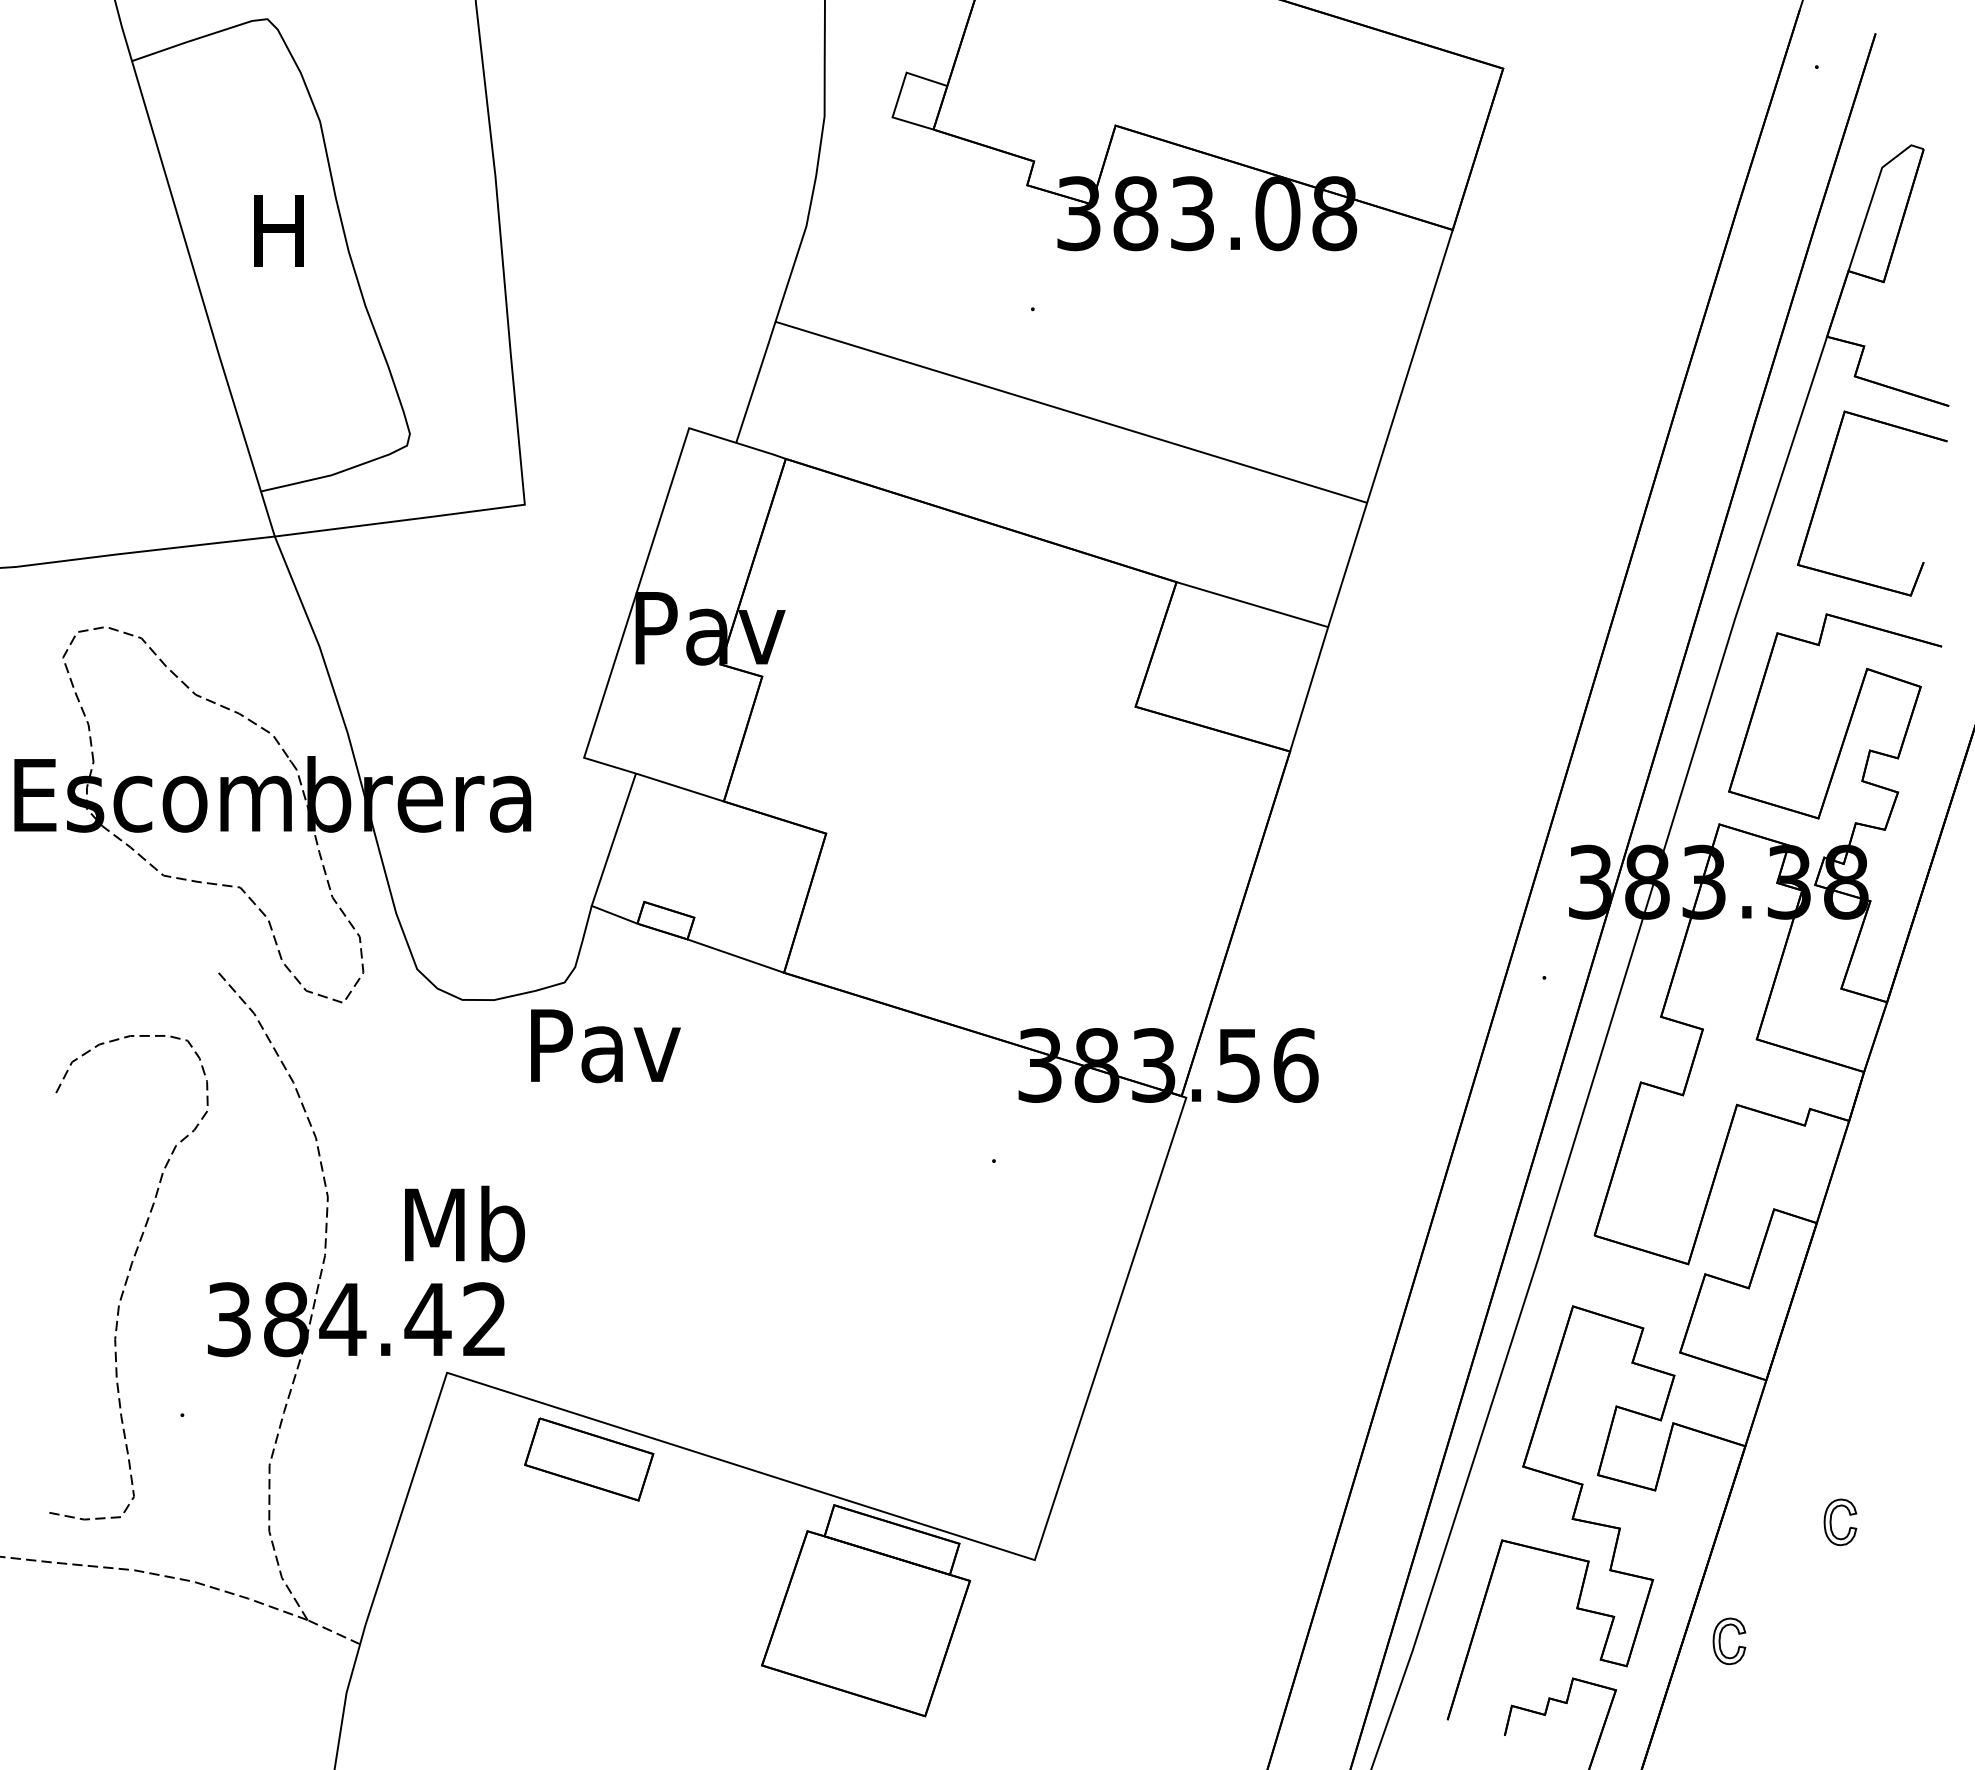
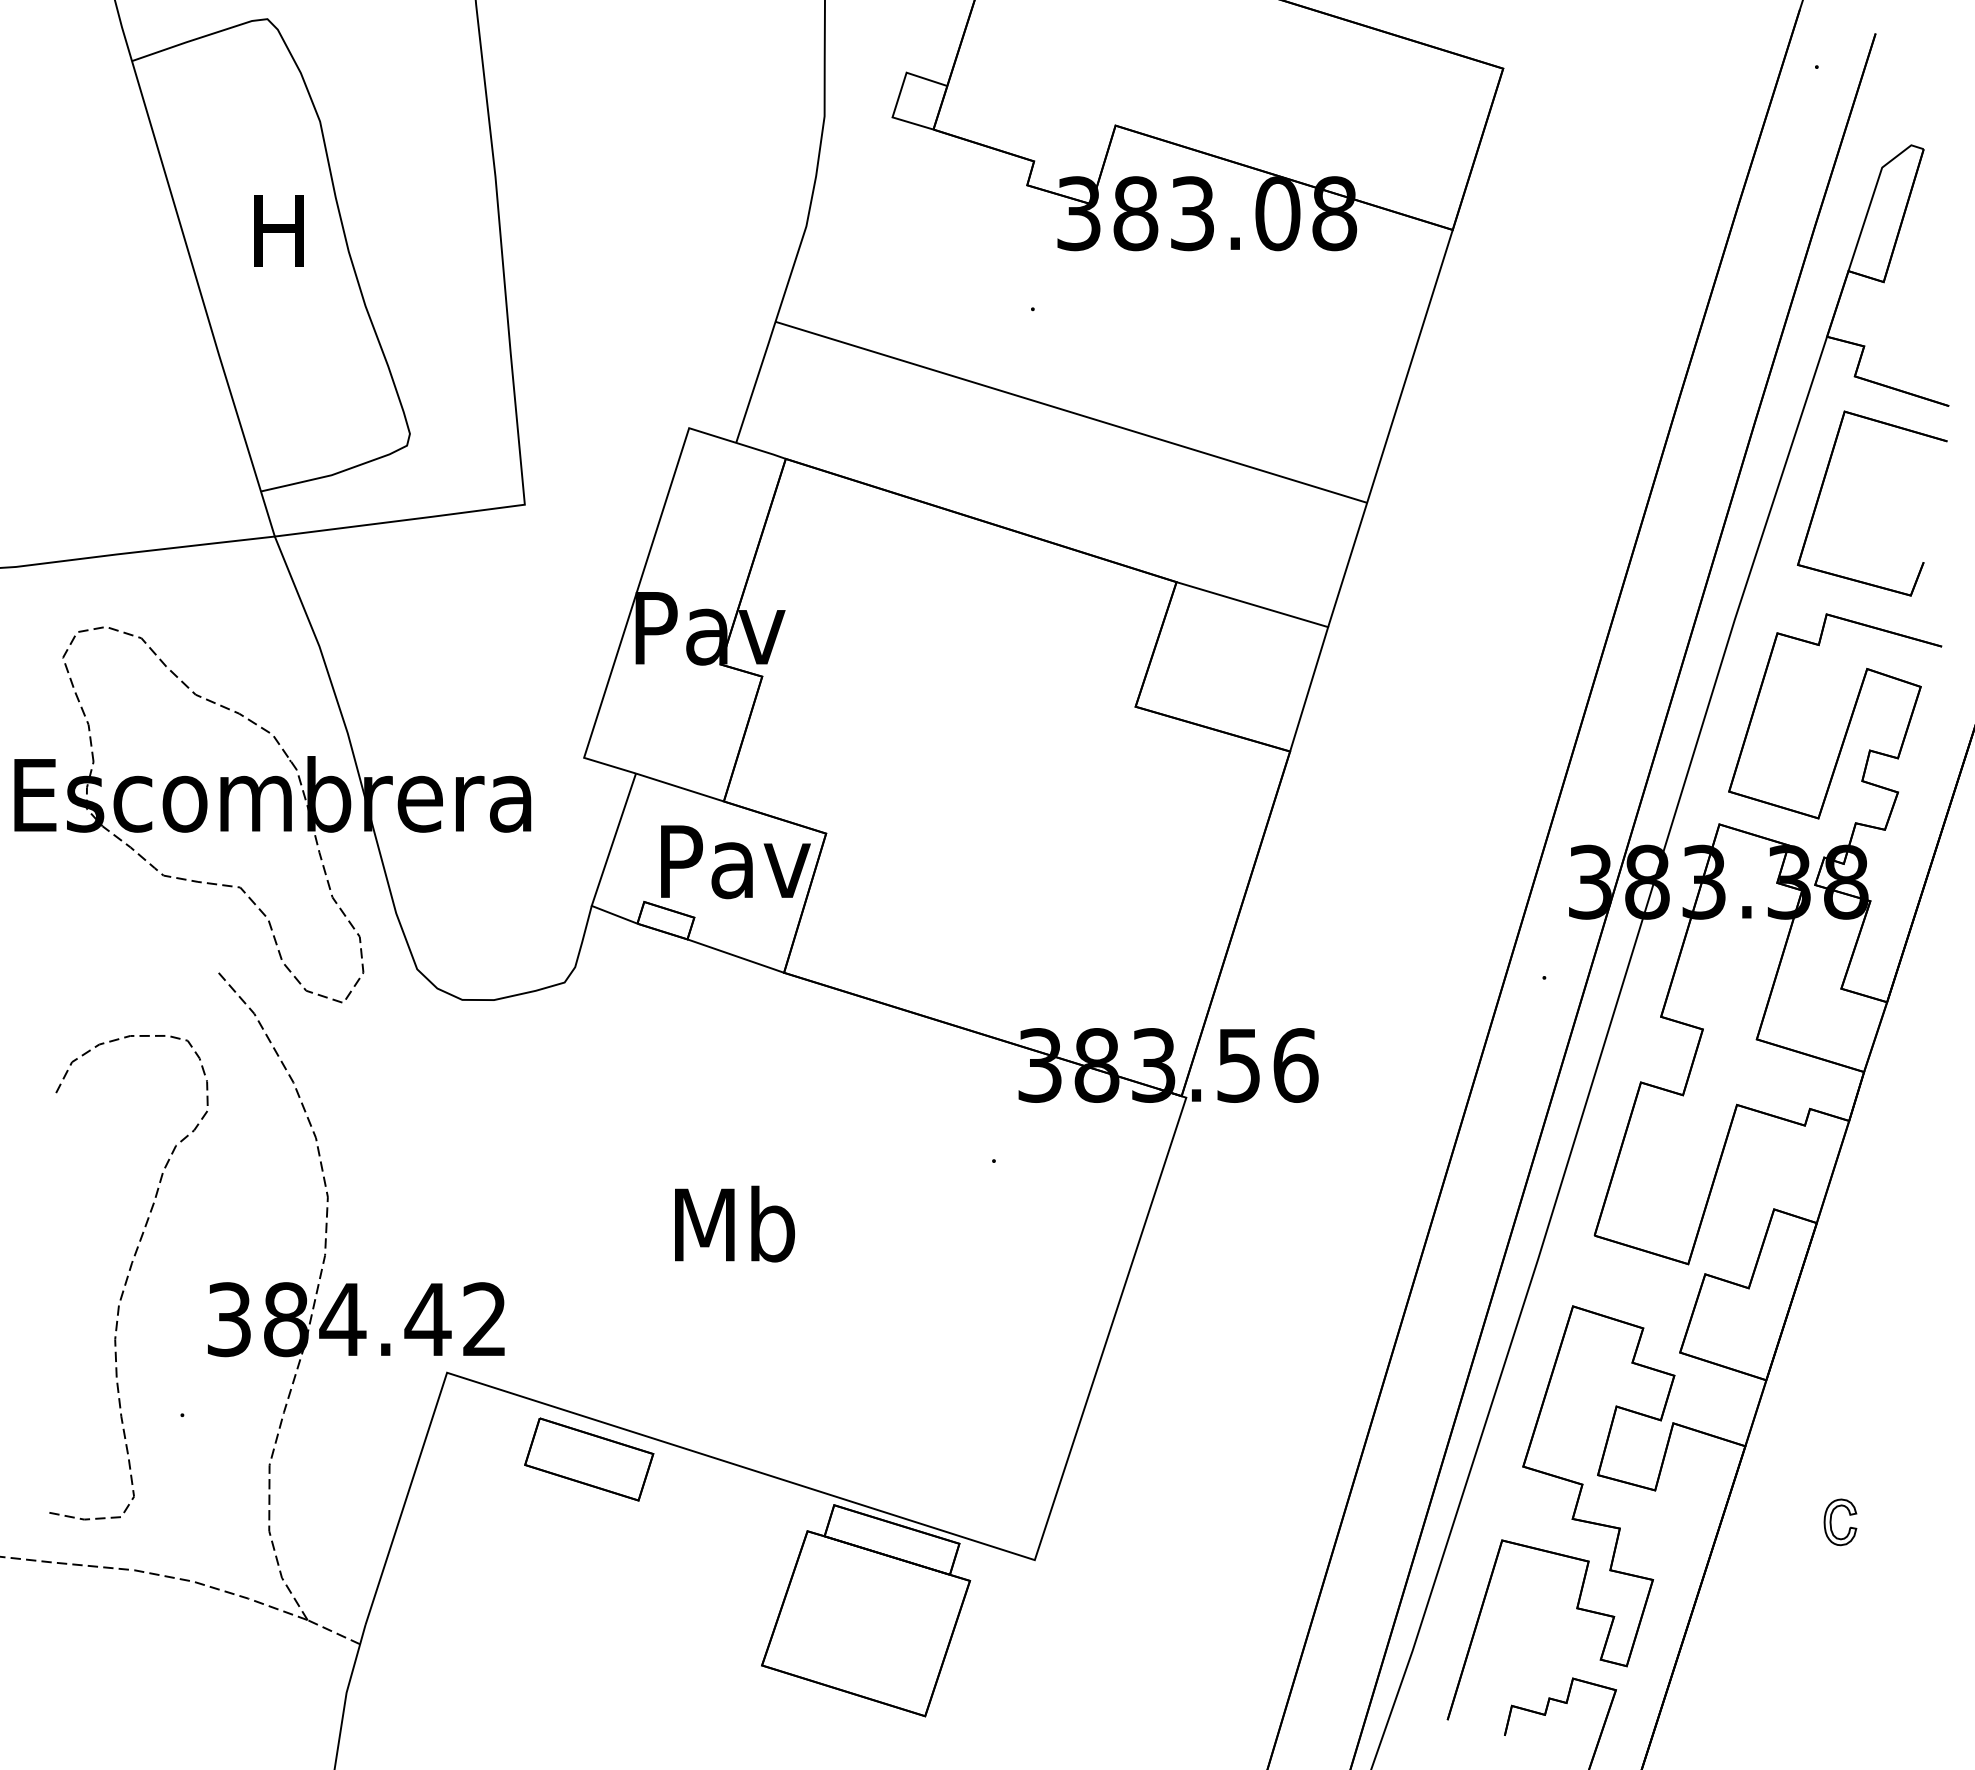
text at (605, 1046) position: (605, 1046) -> (735, 862)
text at (464, 1223) position: (464, 1223) -> (734, 1223)
part at (1720, 1641): present -> none
